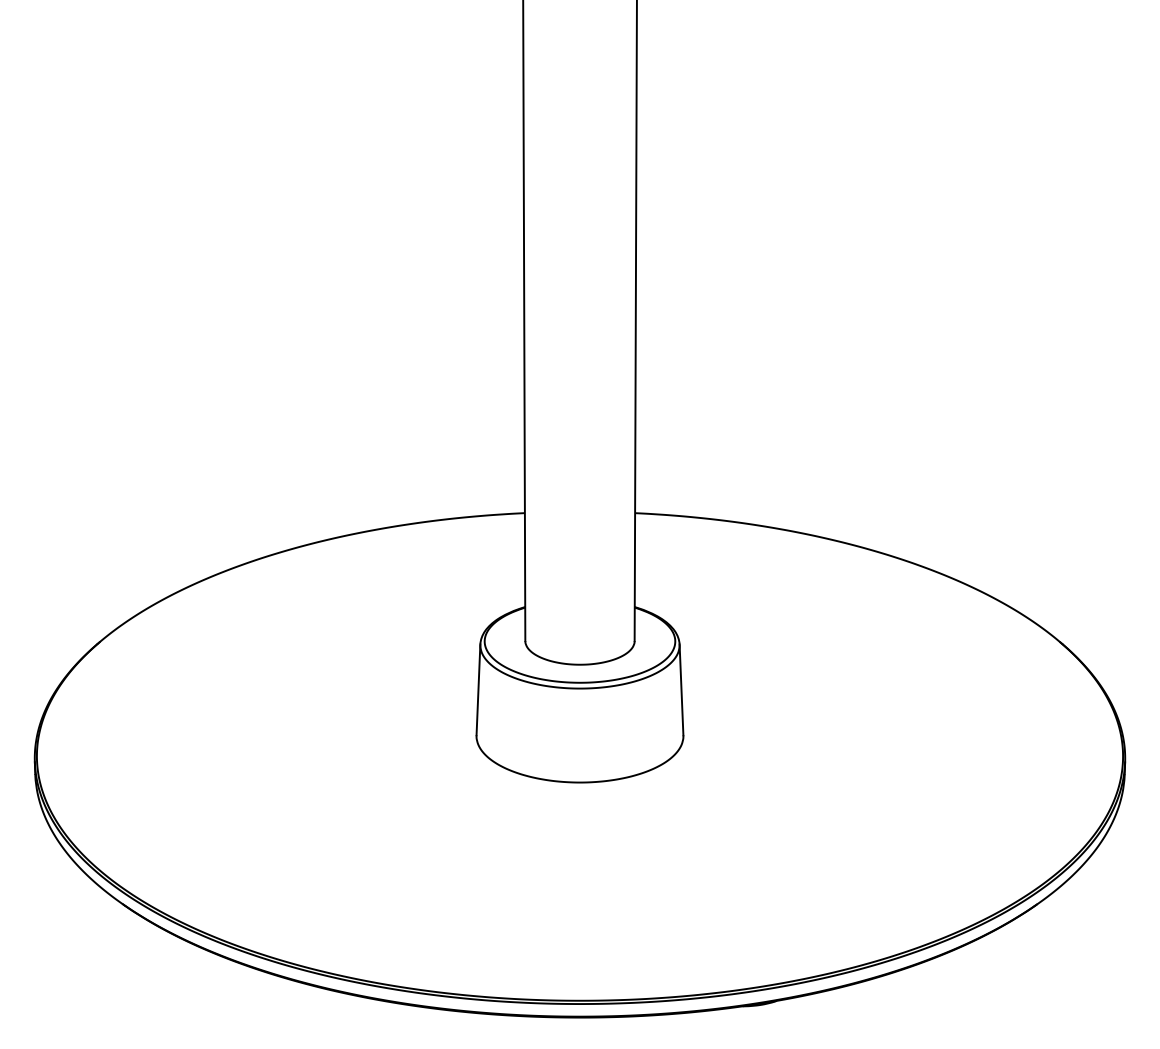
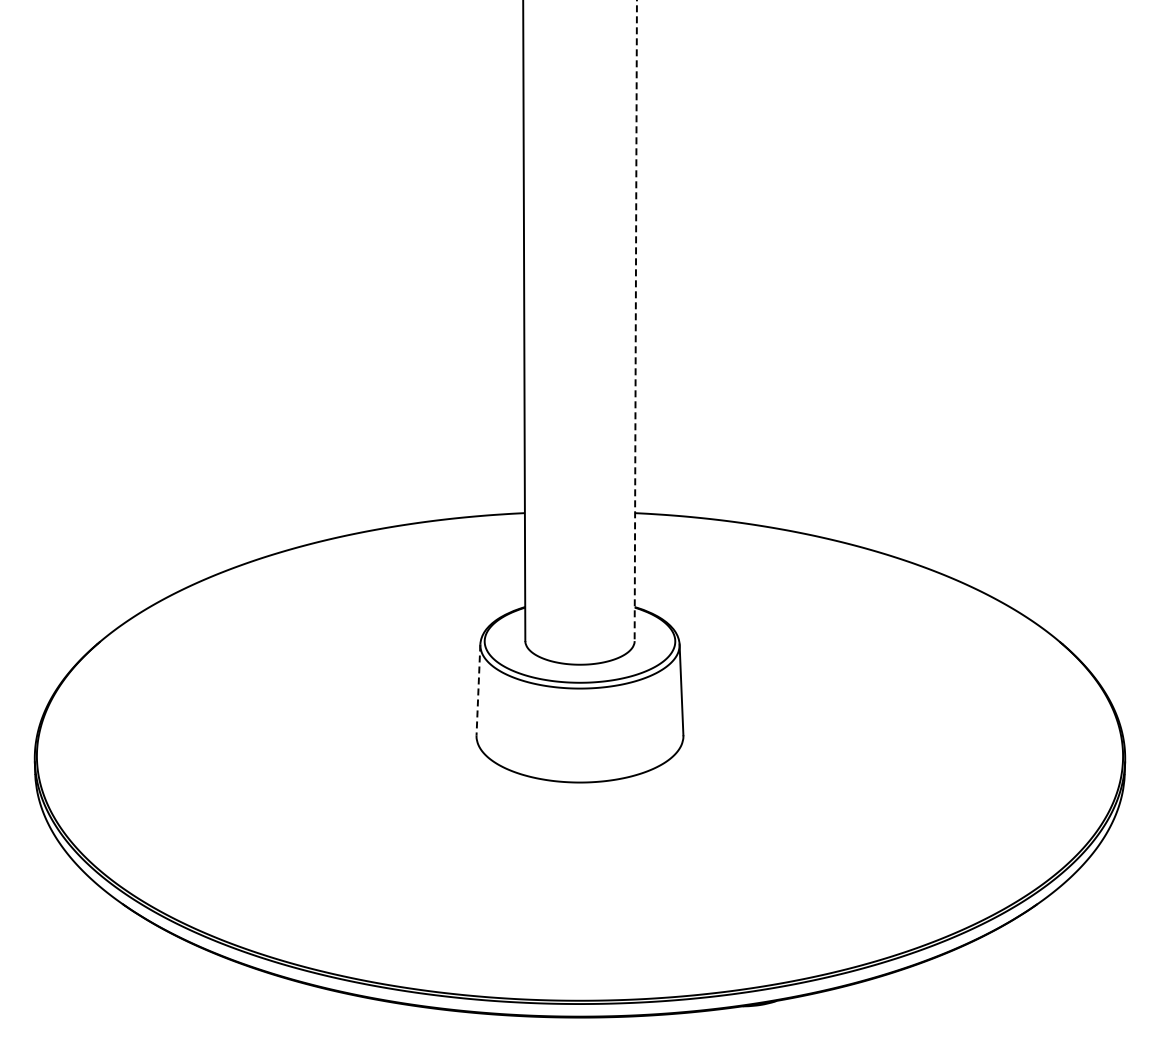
line at (635, 321): solid -> dashed
line at (478, 690): solid -> dashed
